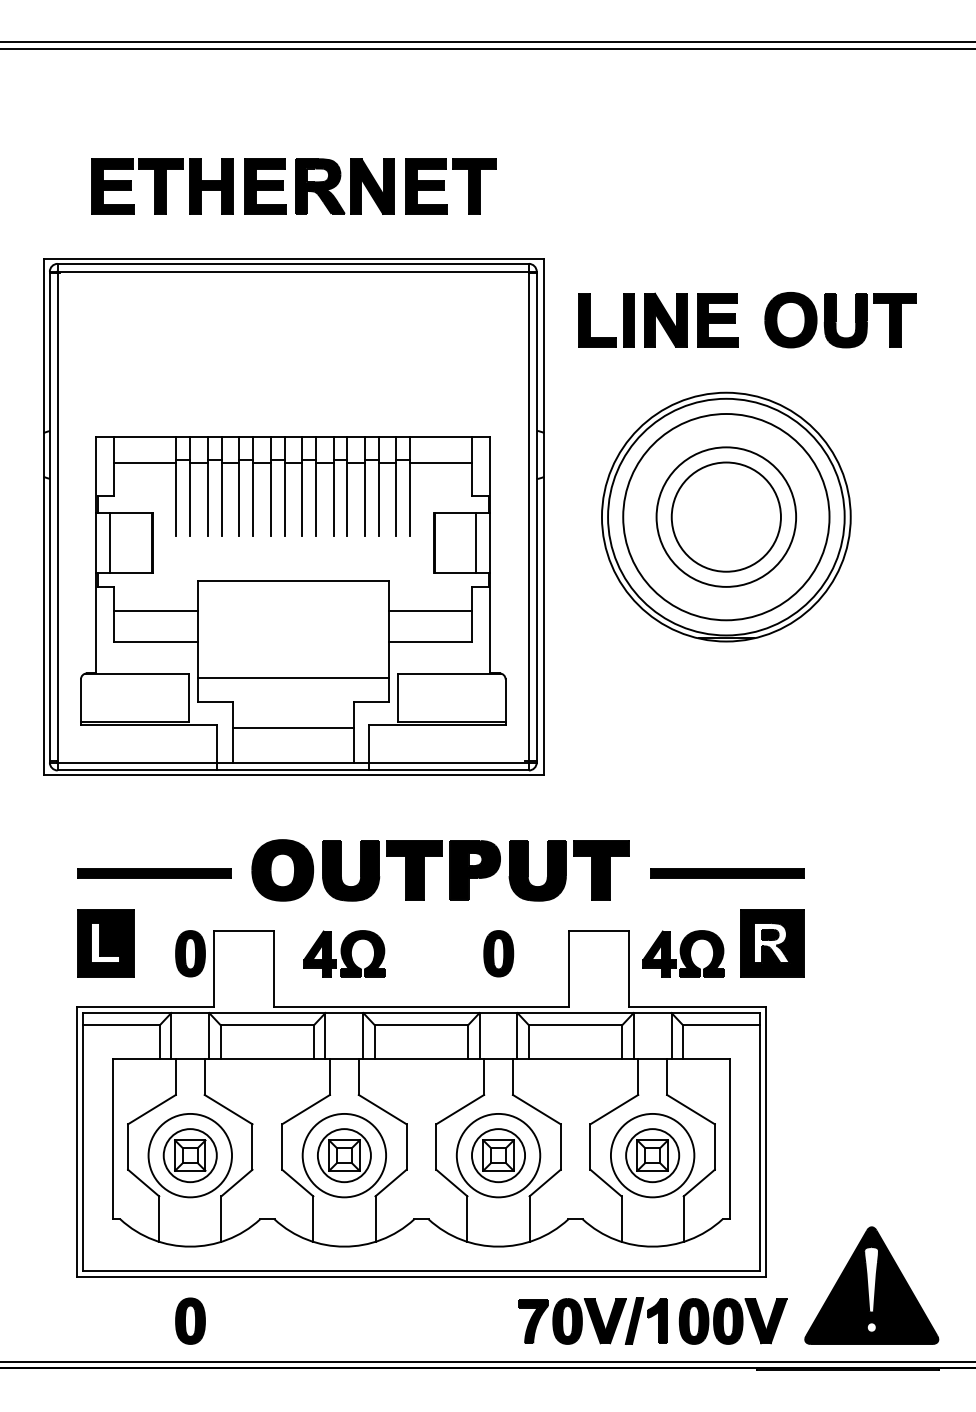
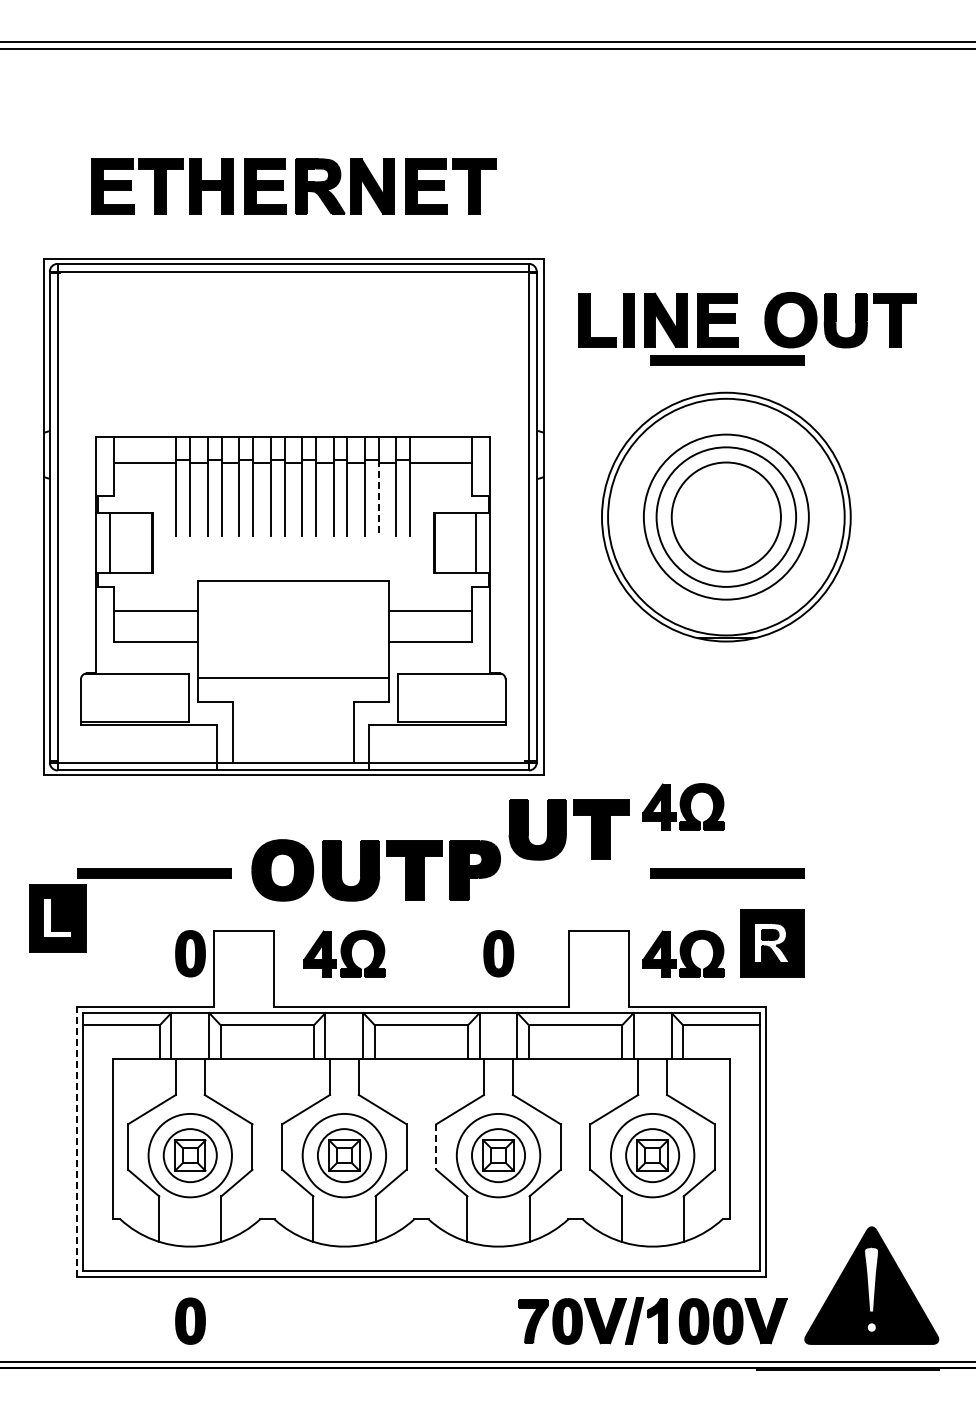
part at (727, 360): none -> present
line at (378, 498): solid -> dashed
circle at (726, 516) diameter: 206 px -> 165 px
line at (292, 728): present -> none
part at (683, 806): none -> present
part at (568, 870) position: (568, 870) -> (568, 829)
part at (105, 943) position: (105, 943) -> (57, 918)
line at (77, 1141): solid -> dashed
line at (436, 1147): solid -> dashed
